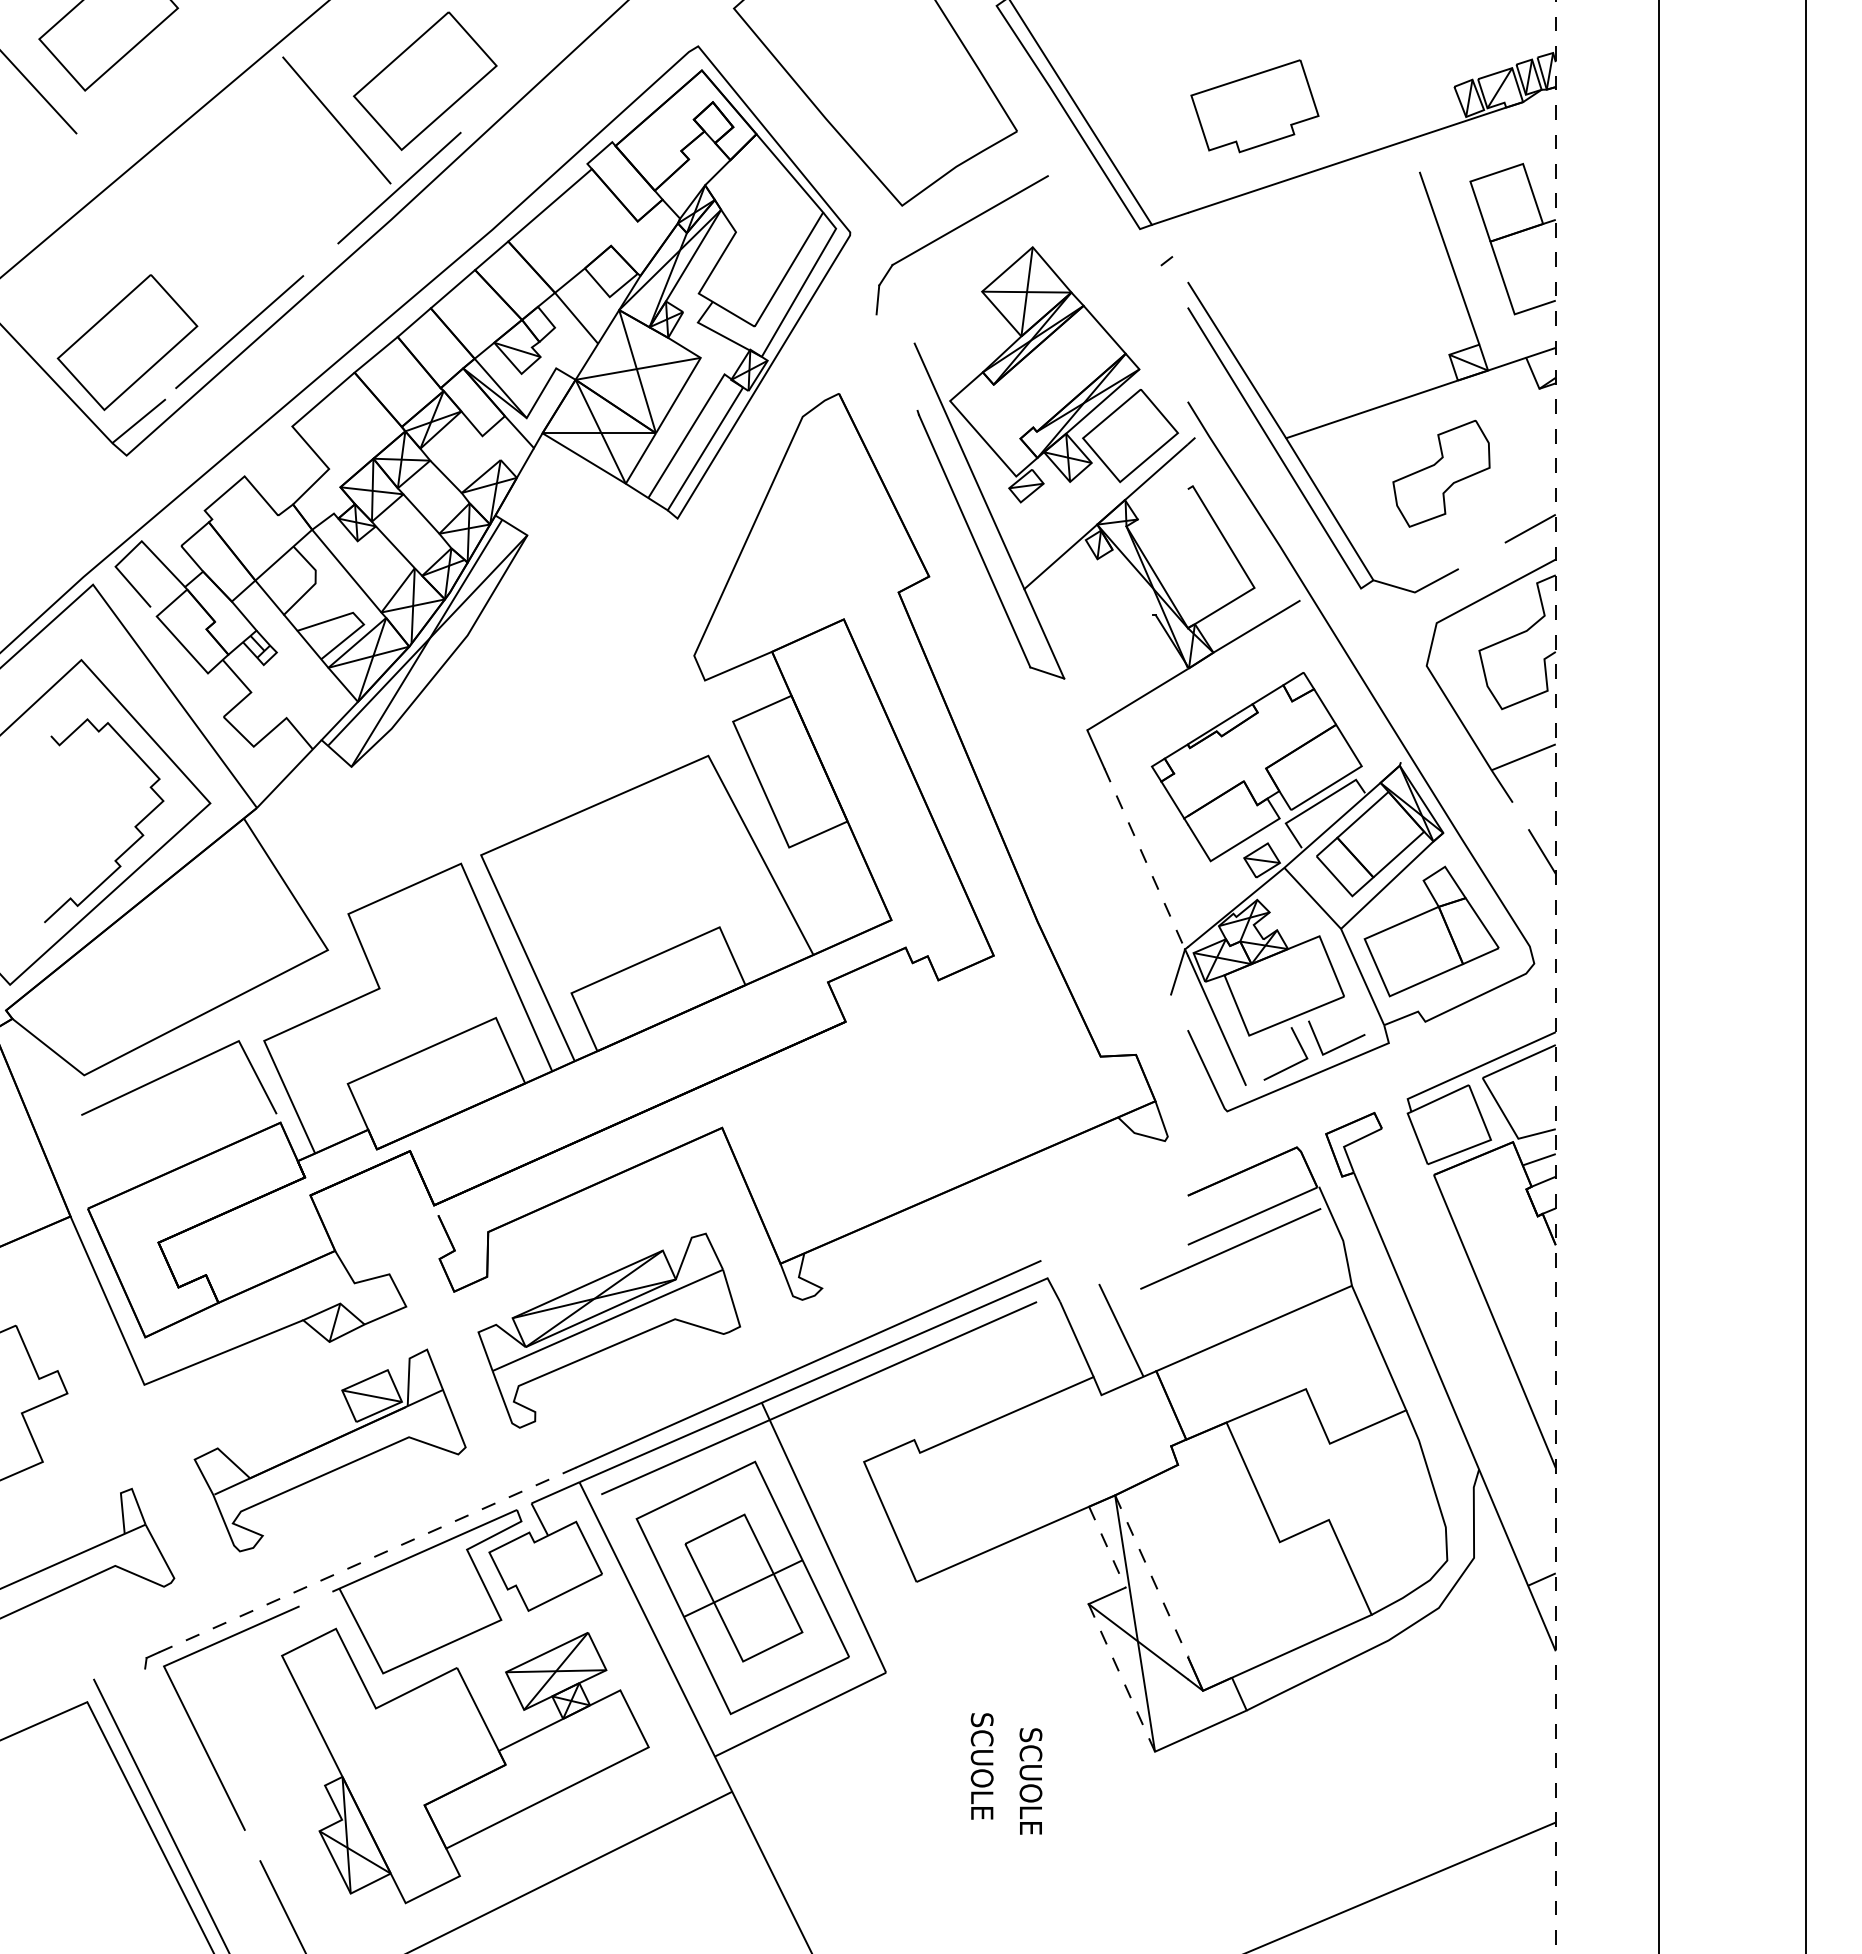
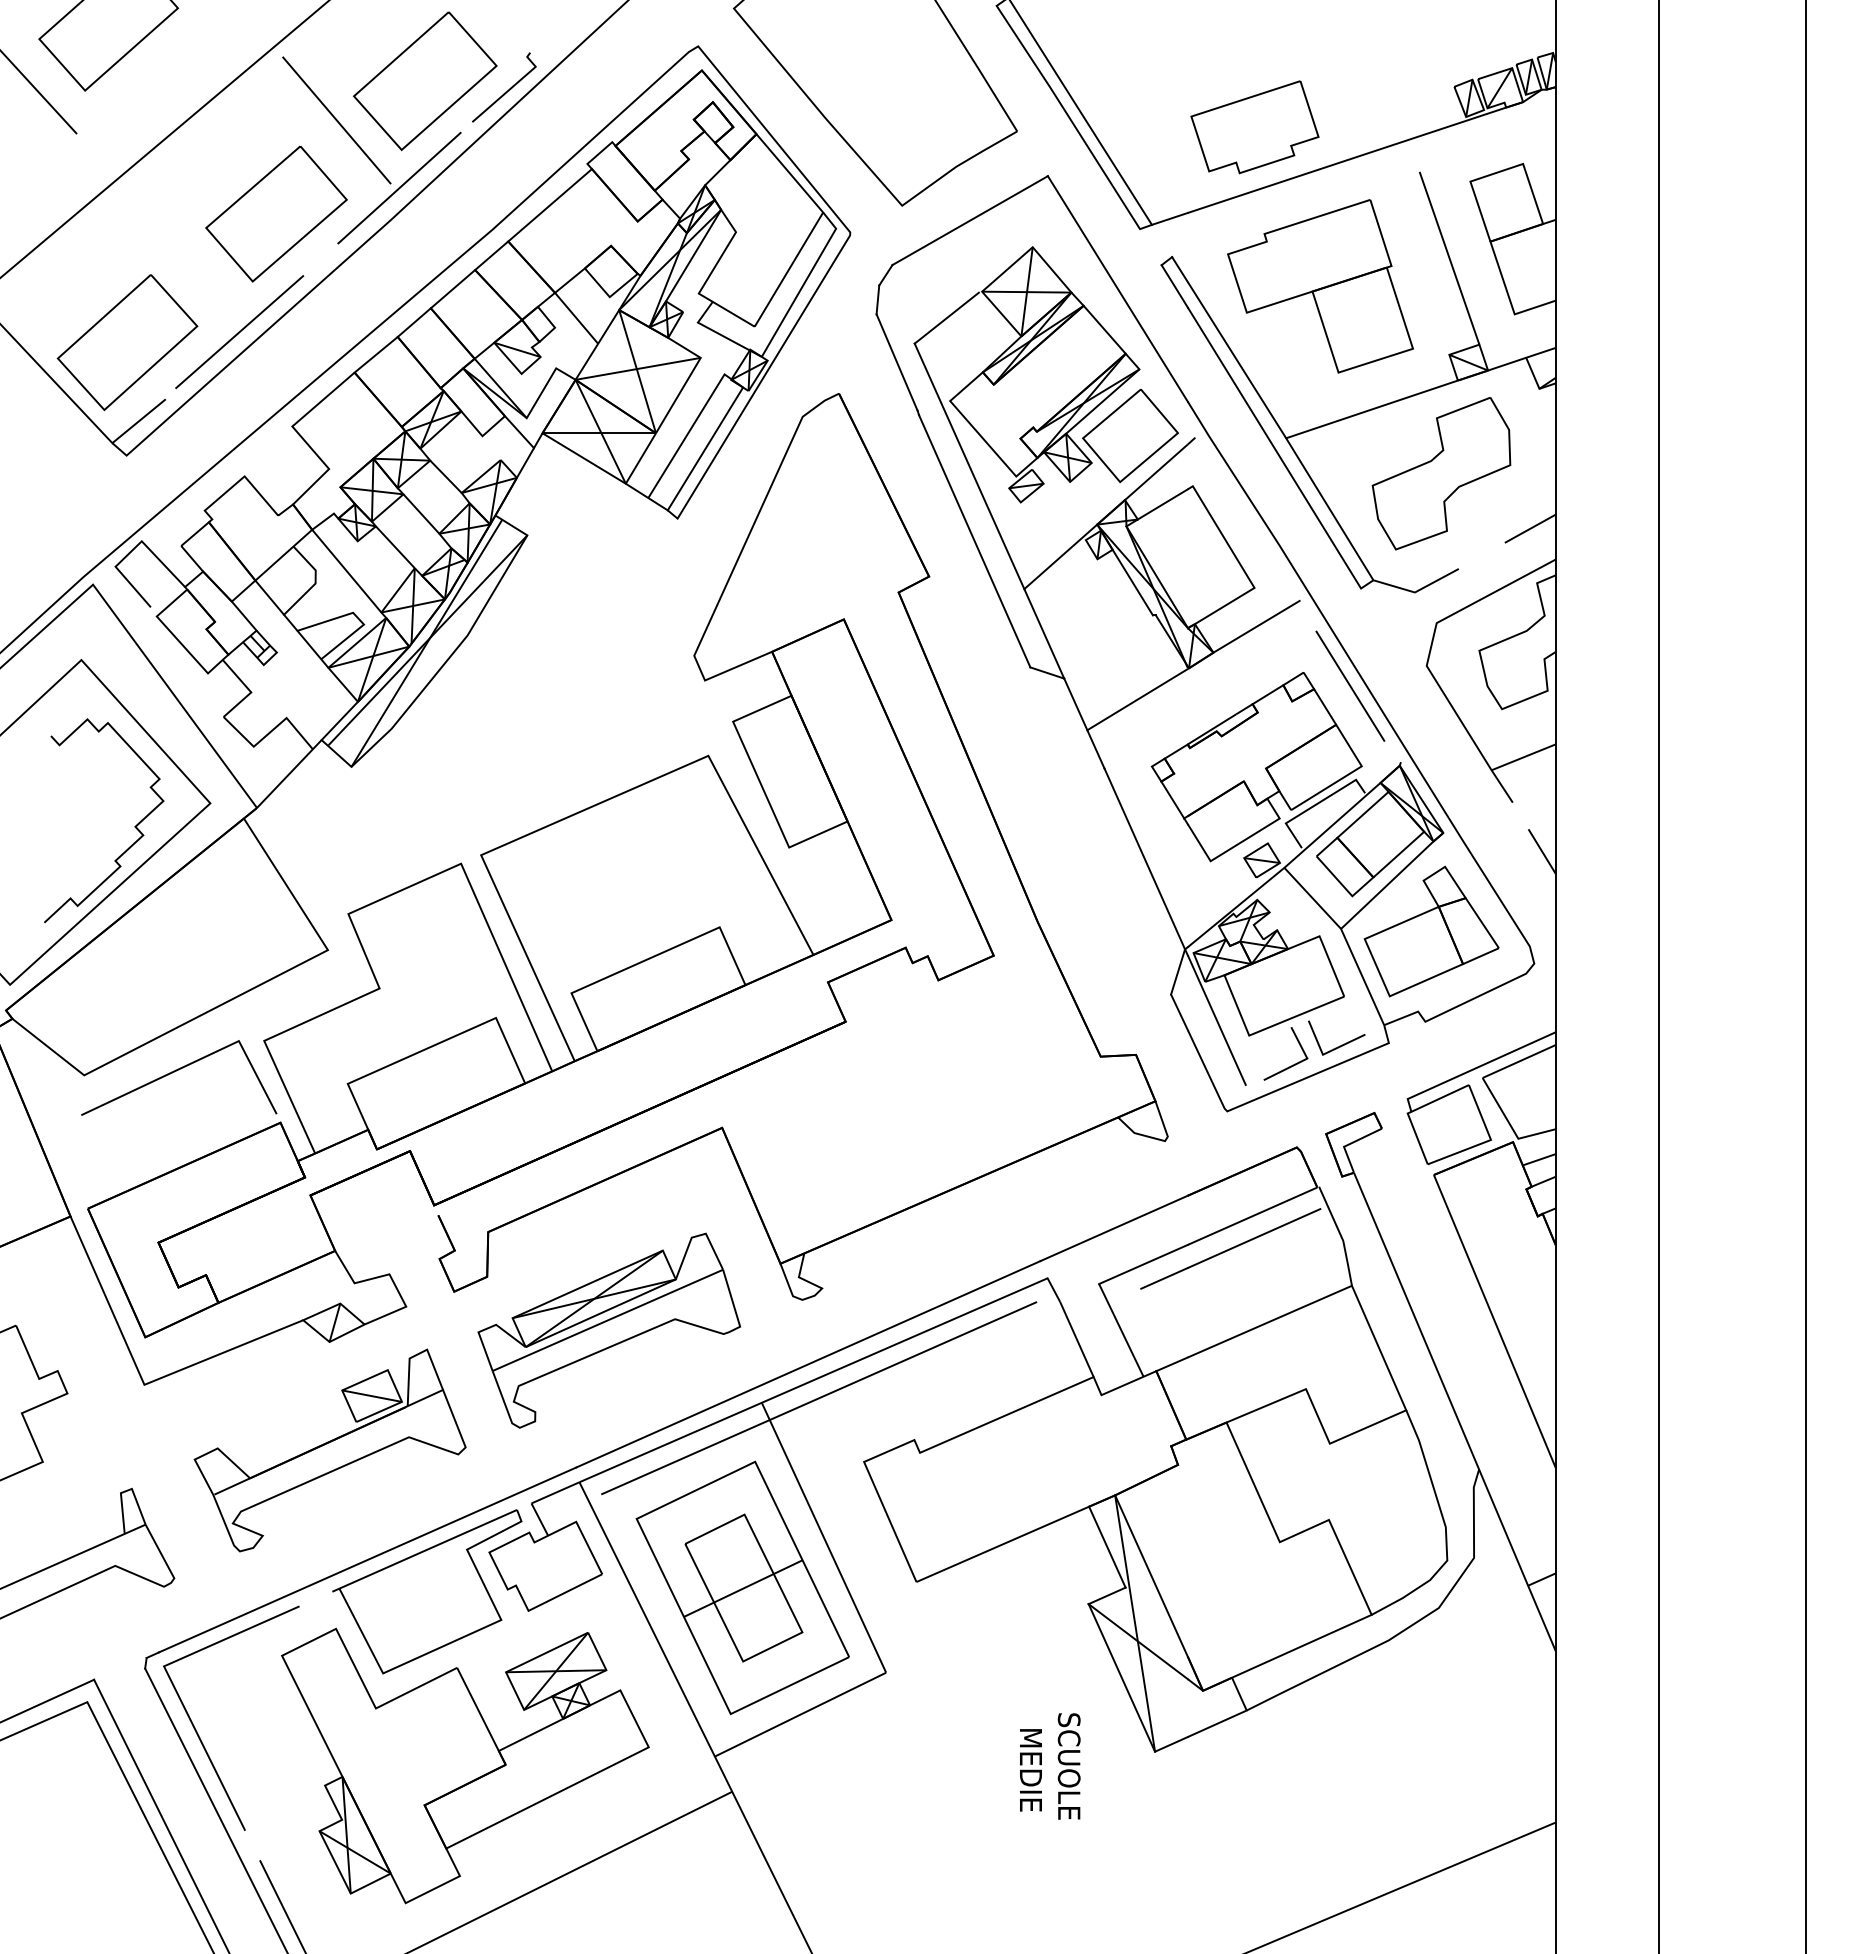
line at (505, 91): none -> present
part at (1254, 106) position: (1254, 106) -> (1254, 127)
part at (276, 213): none -> present
line at (1179, 269): none -> present
line at (1174, 286): none -> present
part at (1320, 286): none -> present
line at (1117, 288): none -> present
line at (946, 317): none -> present
line at (896, 362): none -> present
part at (1441, 473) size: 99x109 px -> 141x154 px
line at (1162, 504): none -> present
line at (1132, 582): none -> present
line at (1350, 685): none -> present
line at (1075, 704): none -> present
line at (1144, 859): dashed -> solid
line at (1555, 977): dashed -> solid
line at (1179, 1012): none -> present
line at (1113, 1228): none -> present
line at (1143, 1264): none -> present
line at (1107, 1547): dashed -> solid
line at (368, 1559): dashed -> solid
line at (1151, 1576): dashed -> solid
line at (1121, 1677): dashed -> solid
line at (48, 1700): none -> present
text at (981, 1766) position: (981, 1766) -> (1068, 1766)
text at (1030, 1781): SCUOLE -> MEDIE
line at (215, 1809): none -> present
